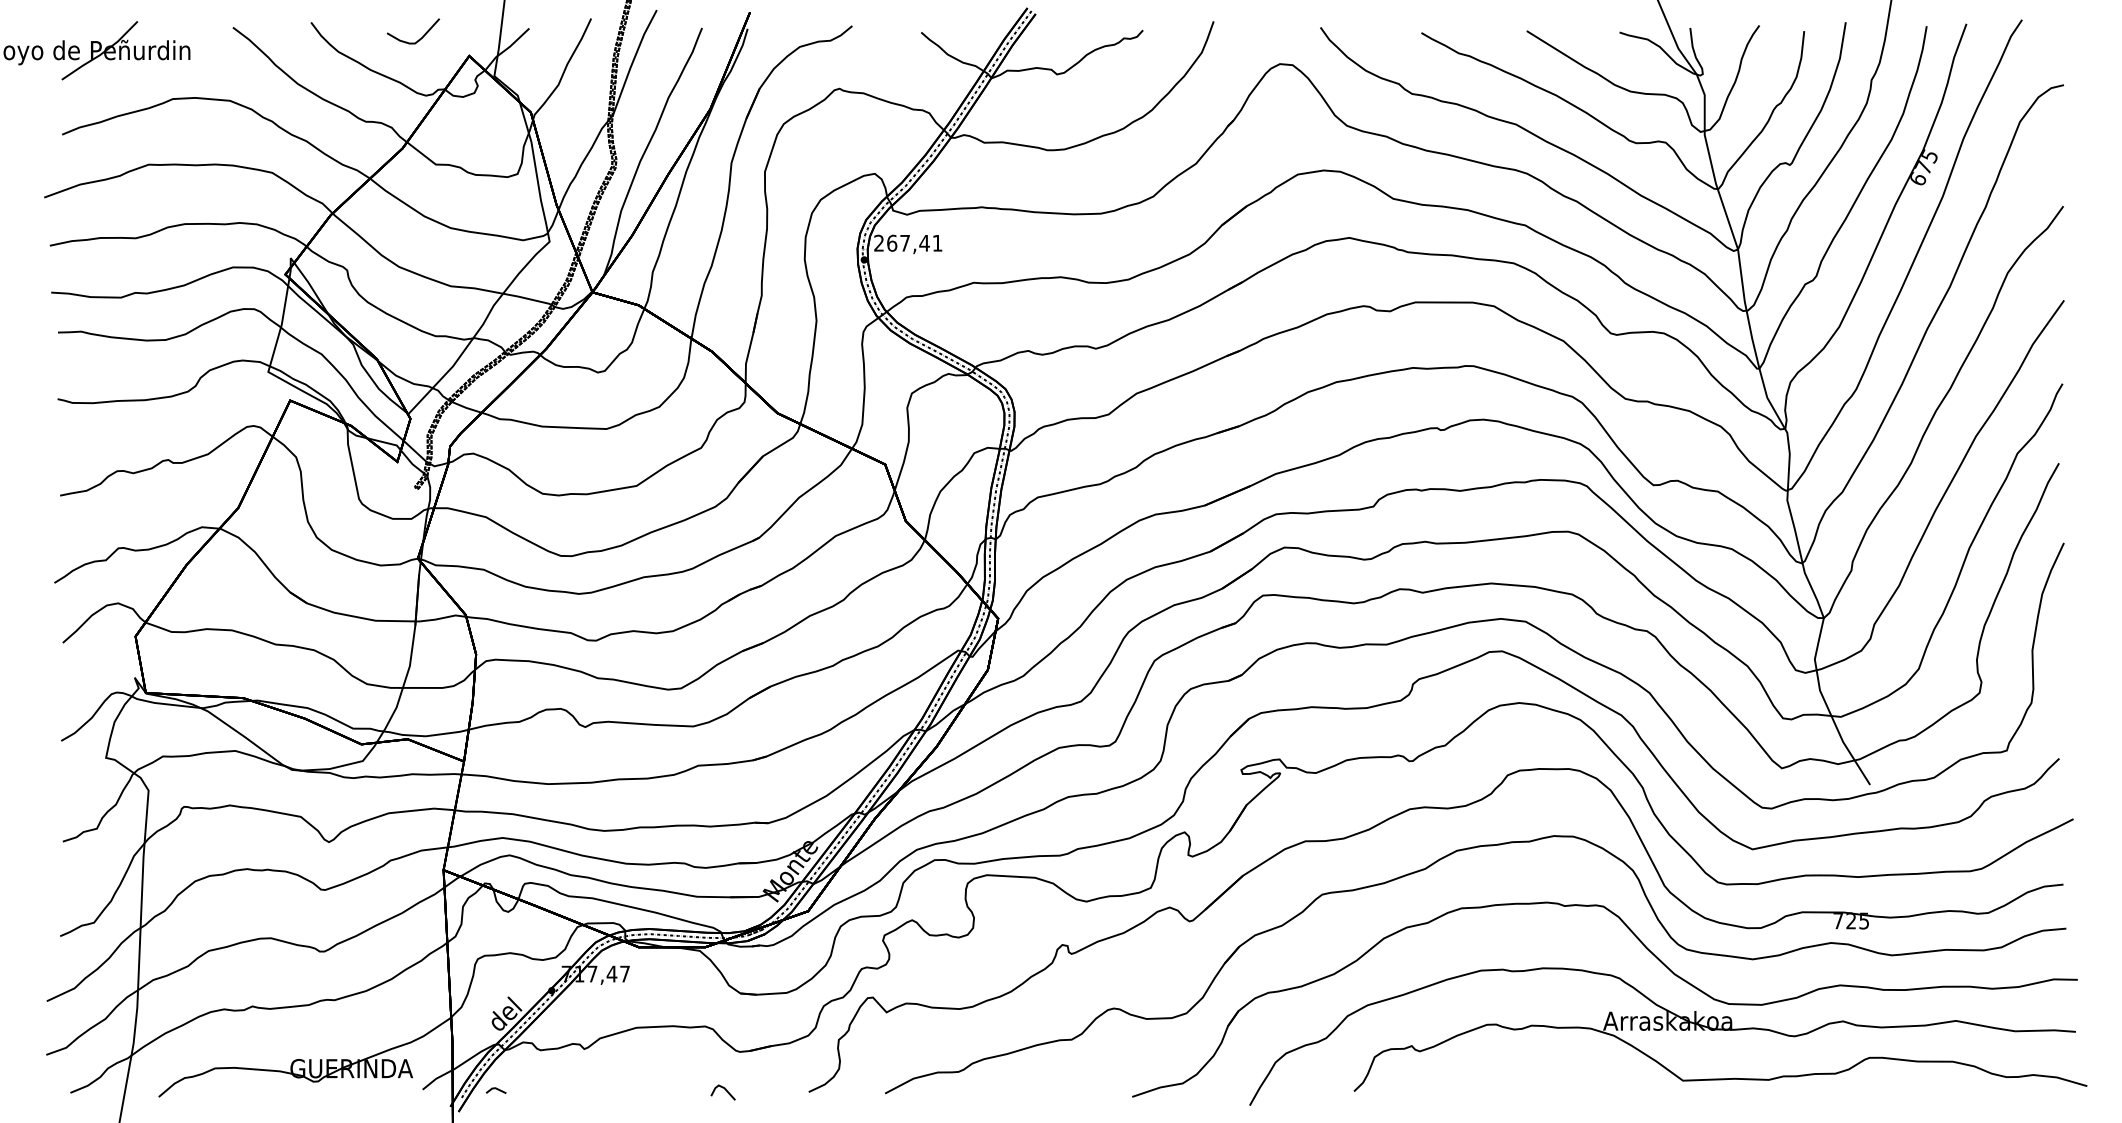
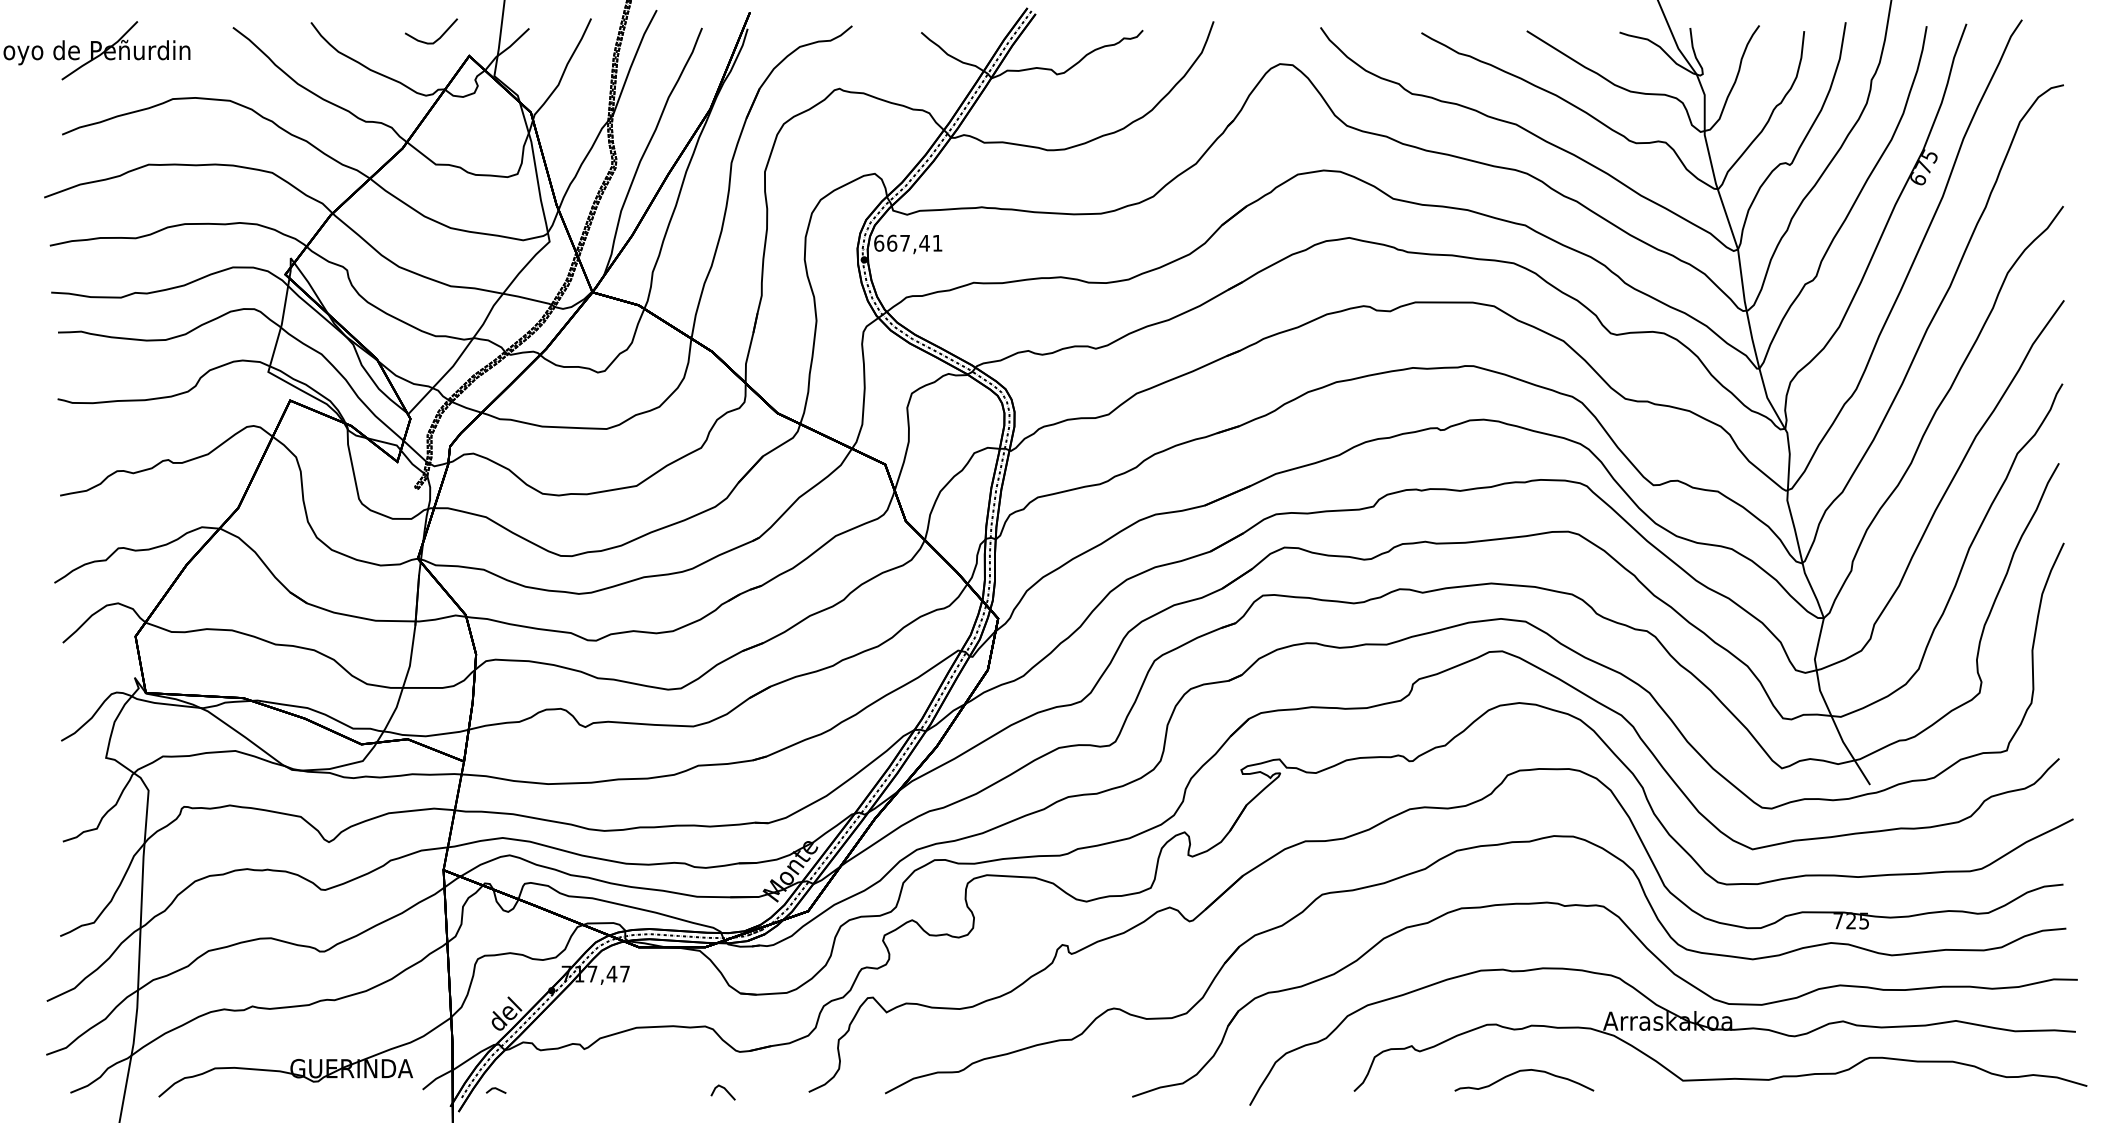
curve at (419, 38) position: (419, 38) -> (437, 38)
text at (879, 242): 267,41 -> 667,41
curve at (1524, 1071): none -> present
